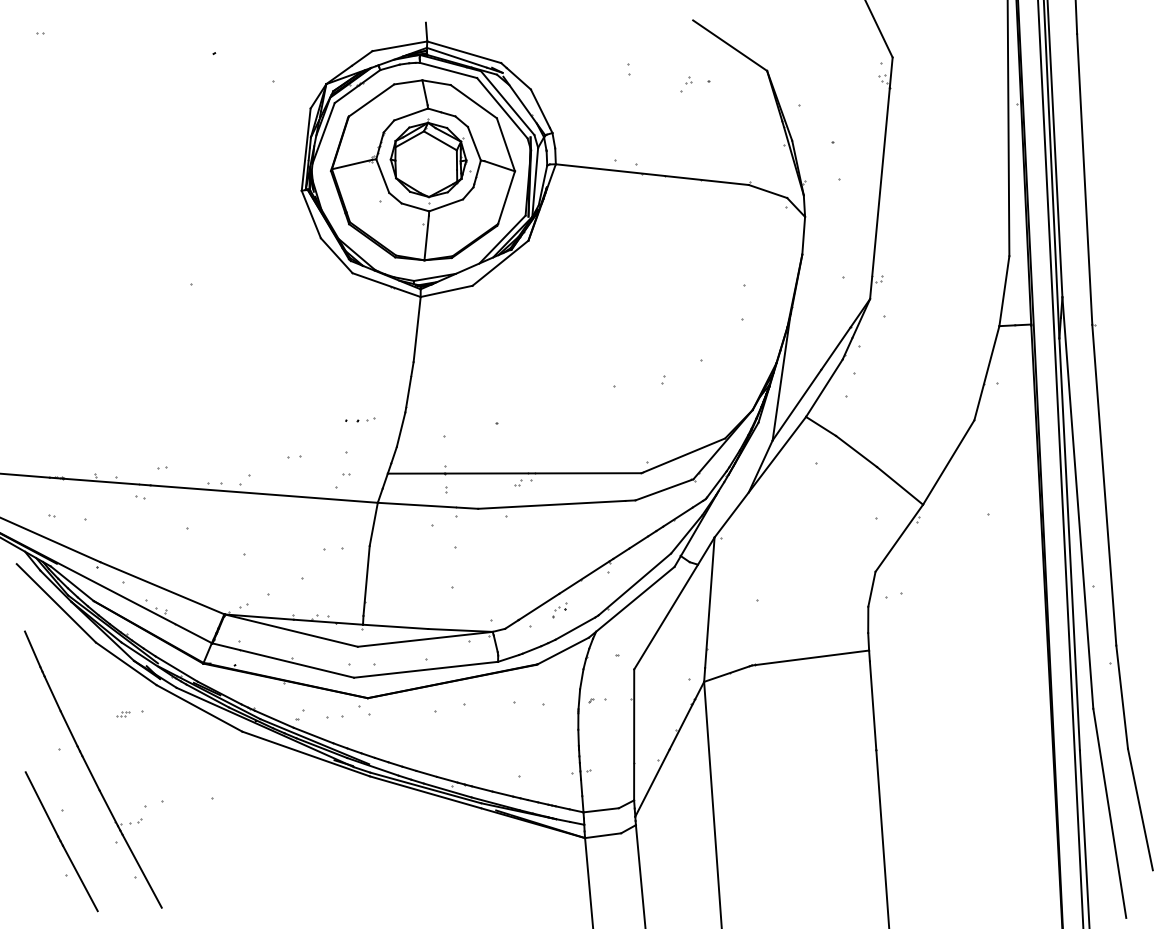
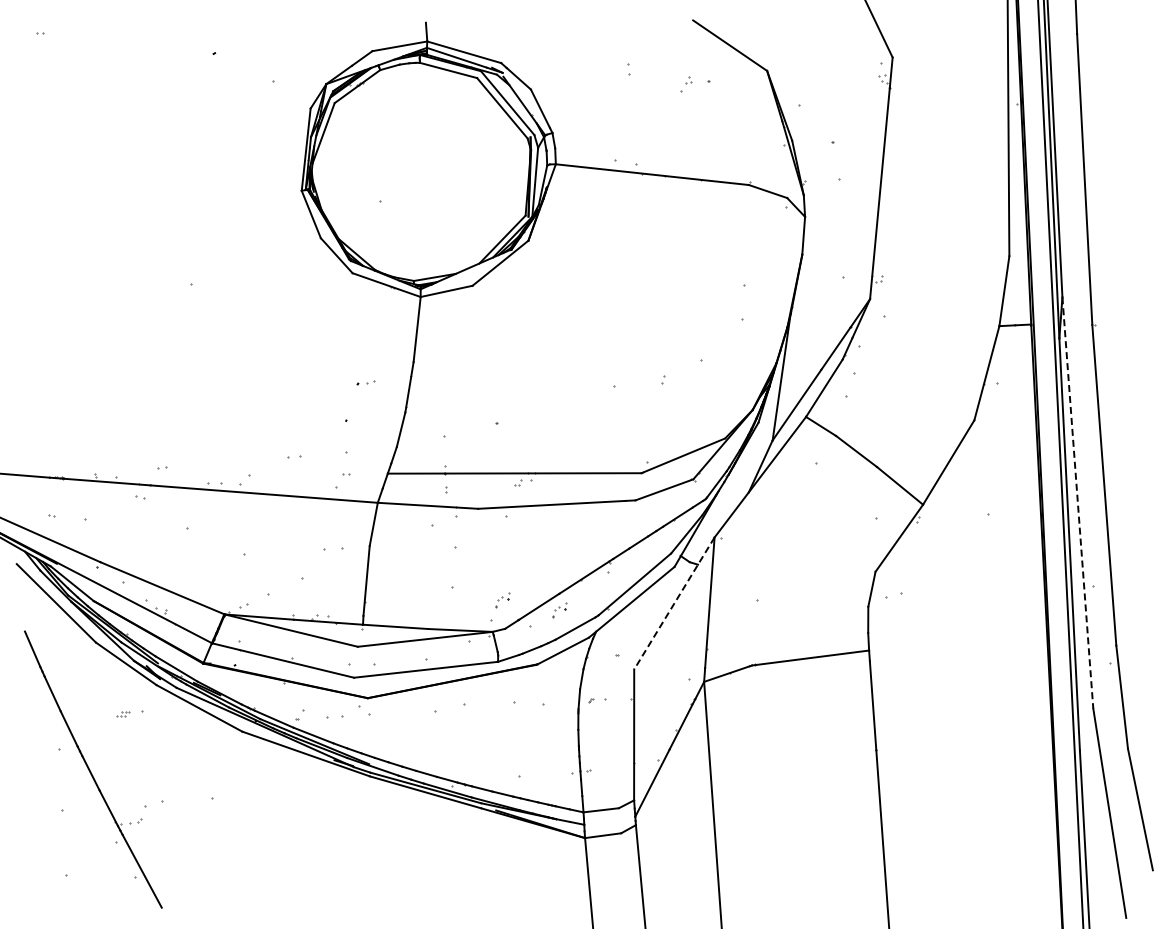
part at (423, 170): present -> none
part at (365, 419) position: (365, 419) -> (365, 382)
line at (1077, 503): solid -> dashed
part at (502, 600): none -> present
line at (674, 603): solid -> dashed
line at (61, 841): present -> none
